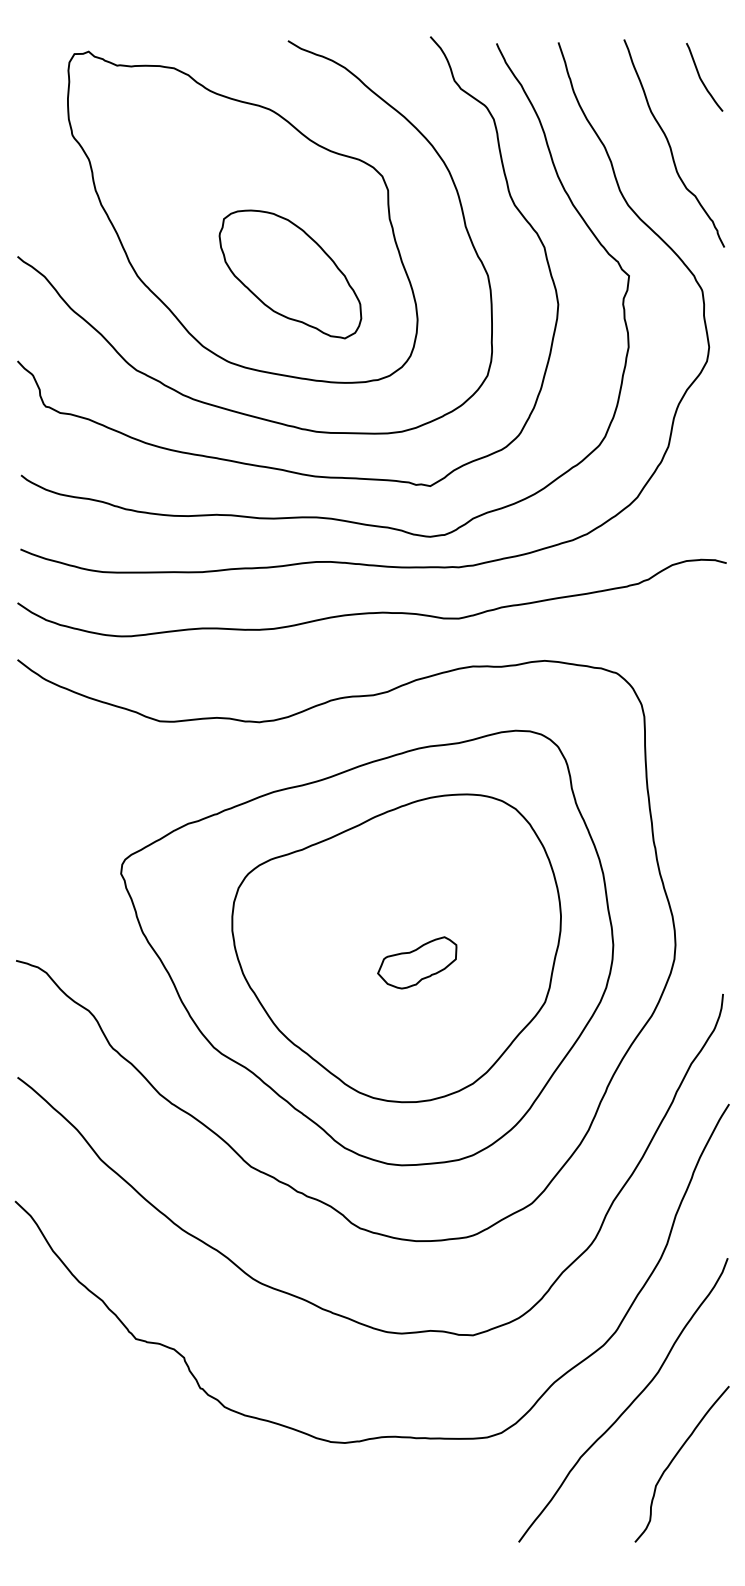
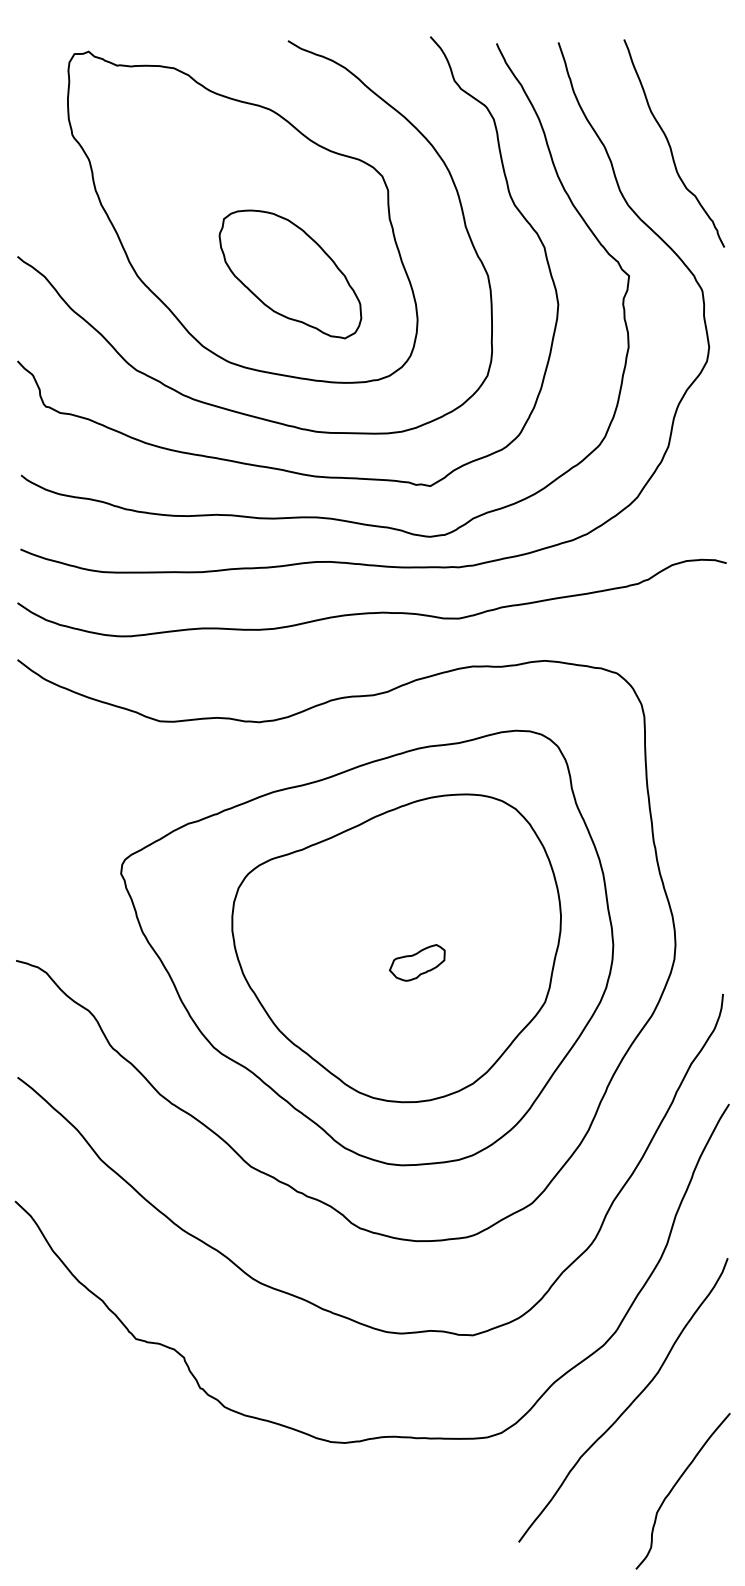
curve at (701, 78): present -> none
part at (417, 962) size: 81x54 px -> 57x38 px
curve at (674, 1459) position: (674, 1459) -> (675, 1486)
